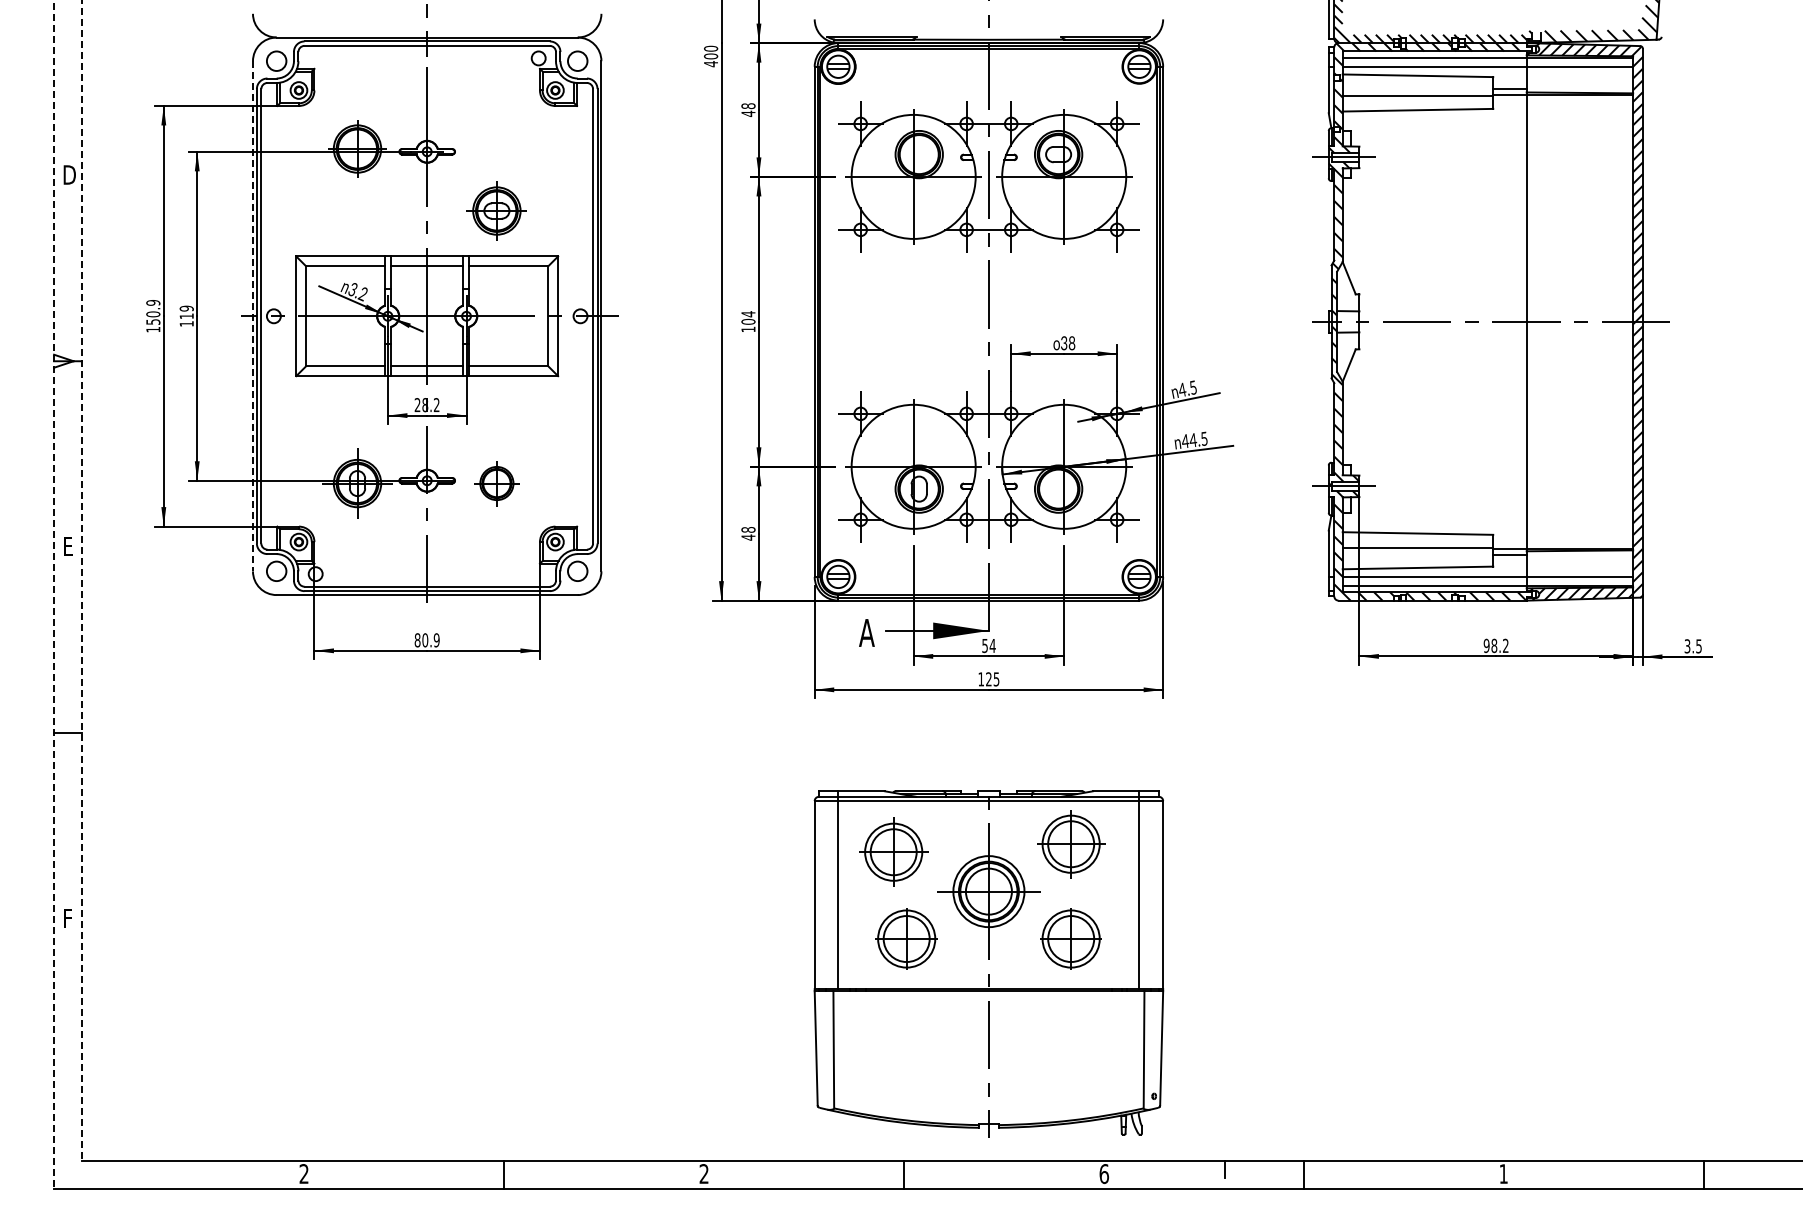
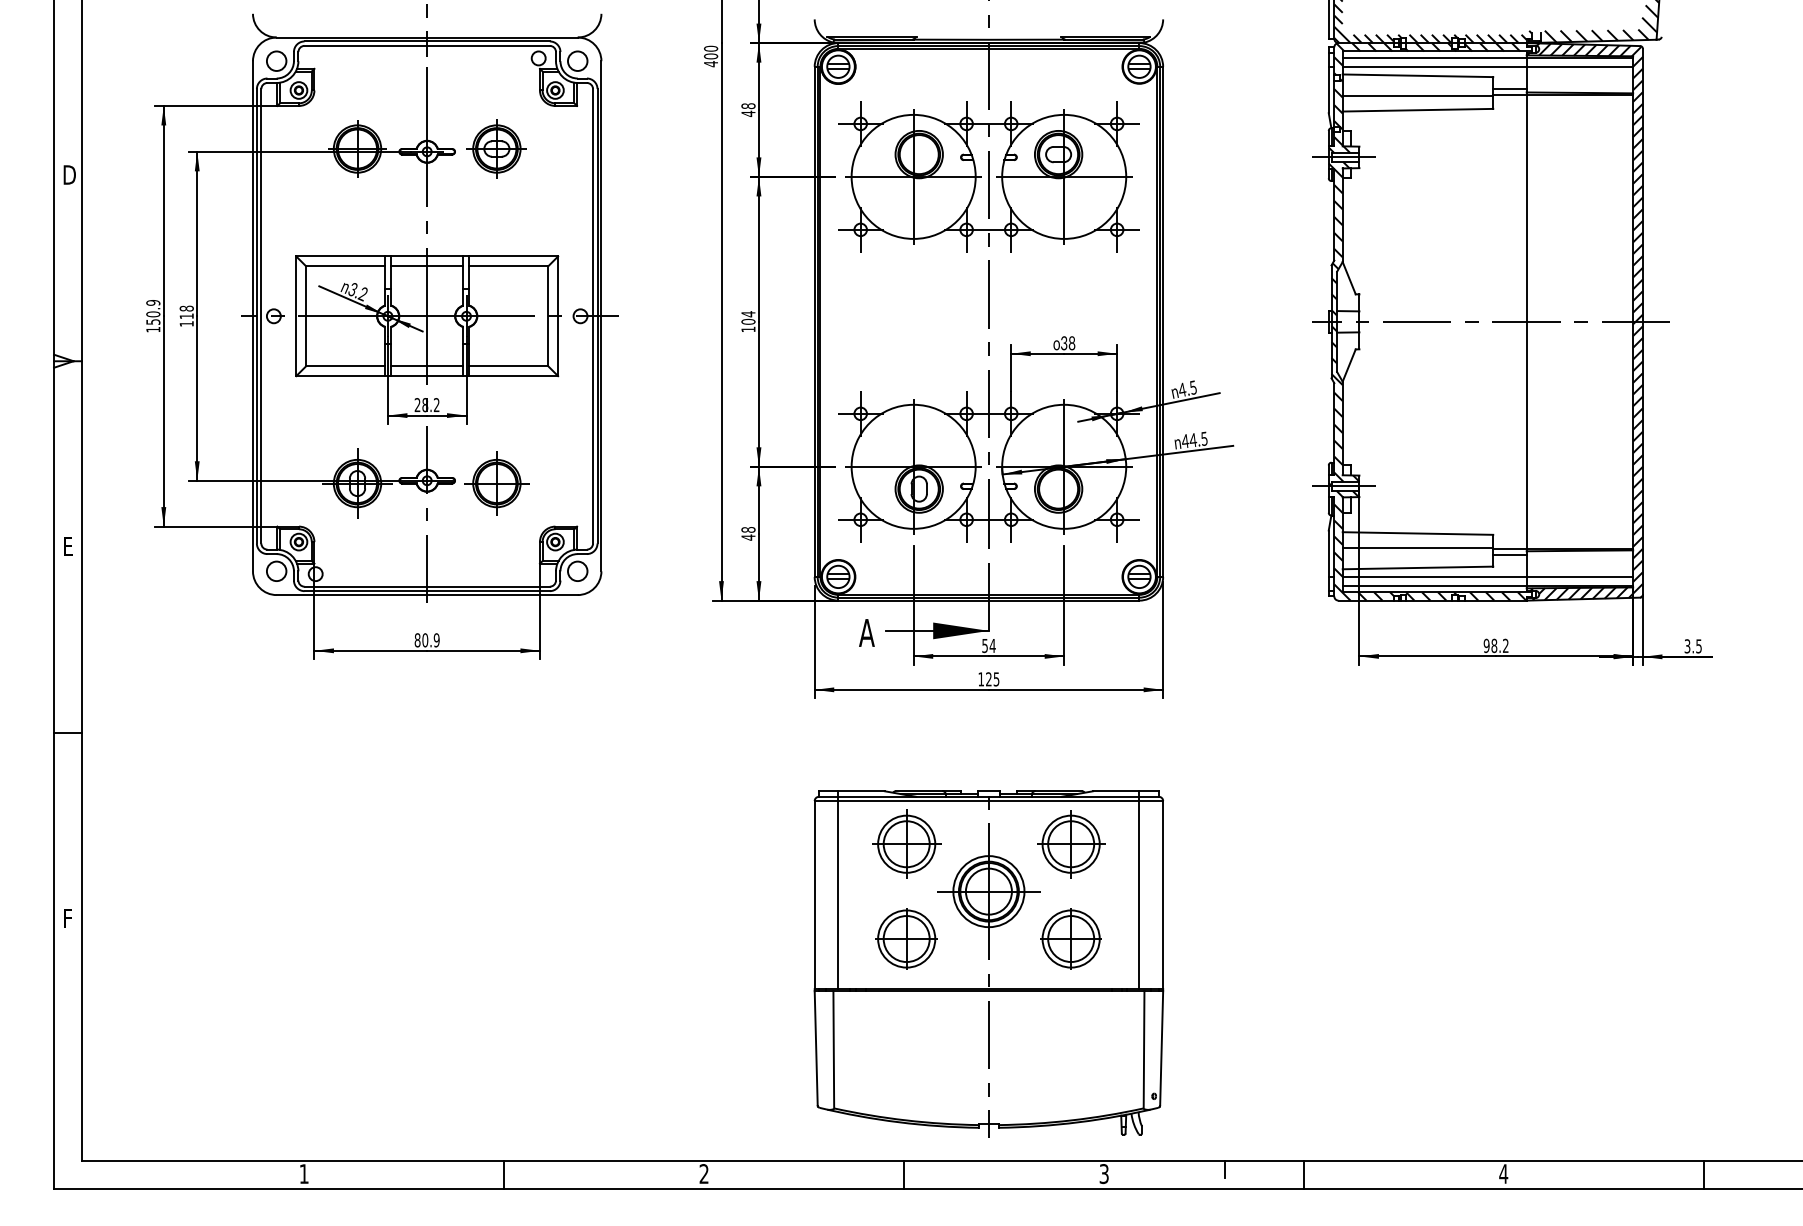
part at (496, 210) position: (496, 210) -> (496, 148)
text at (186, 308): 119 -> 118
line at (252, 316): dashed -> solid
part at (496, 483) size: 46x46 px -> 66x65 px
line at (81, 581): dashed -> solid
line at (54, 595): dashed -> solid
part at (893, 851) position: (893, 851) -> (906, 843)
text at (303, 1173): 2 -> 1
text at (1503, 1173): 1 -> 4
text at (1104, 1174): 6 -> 3
